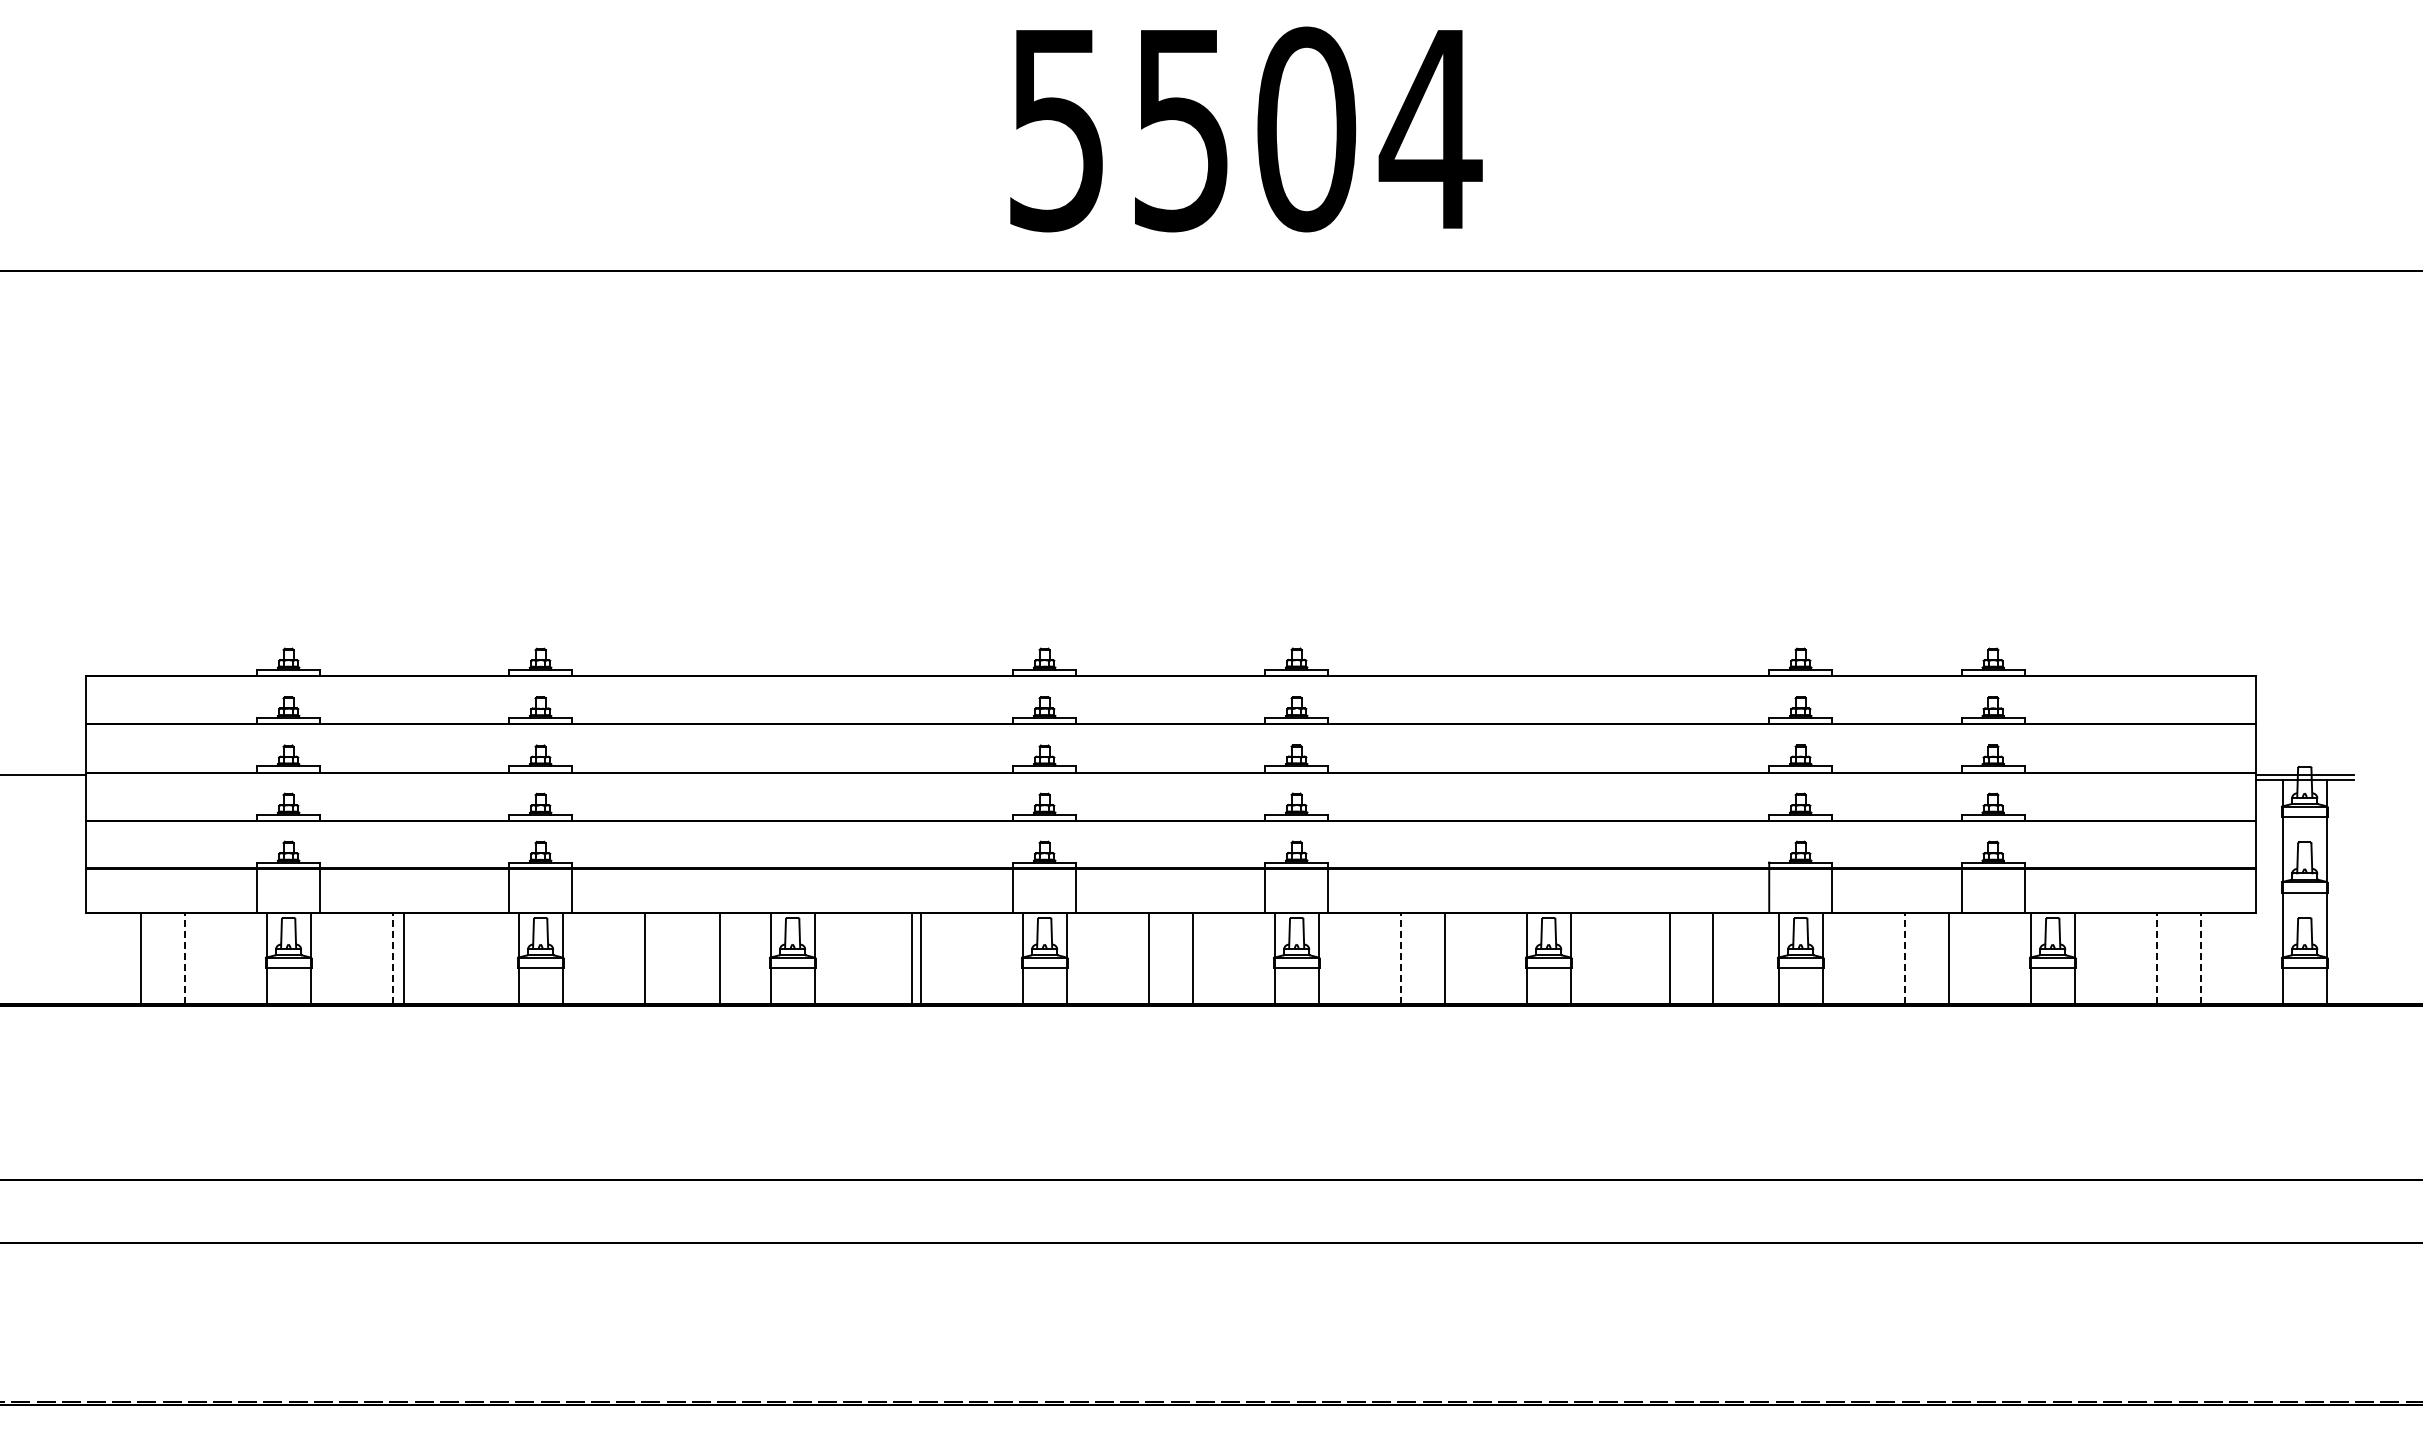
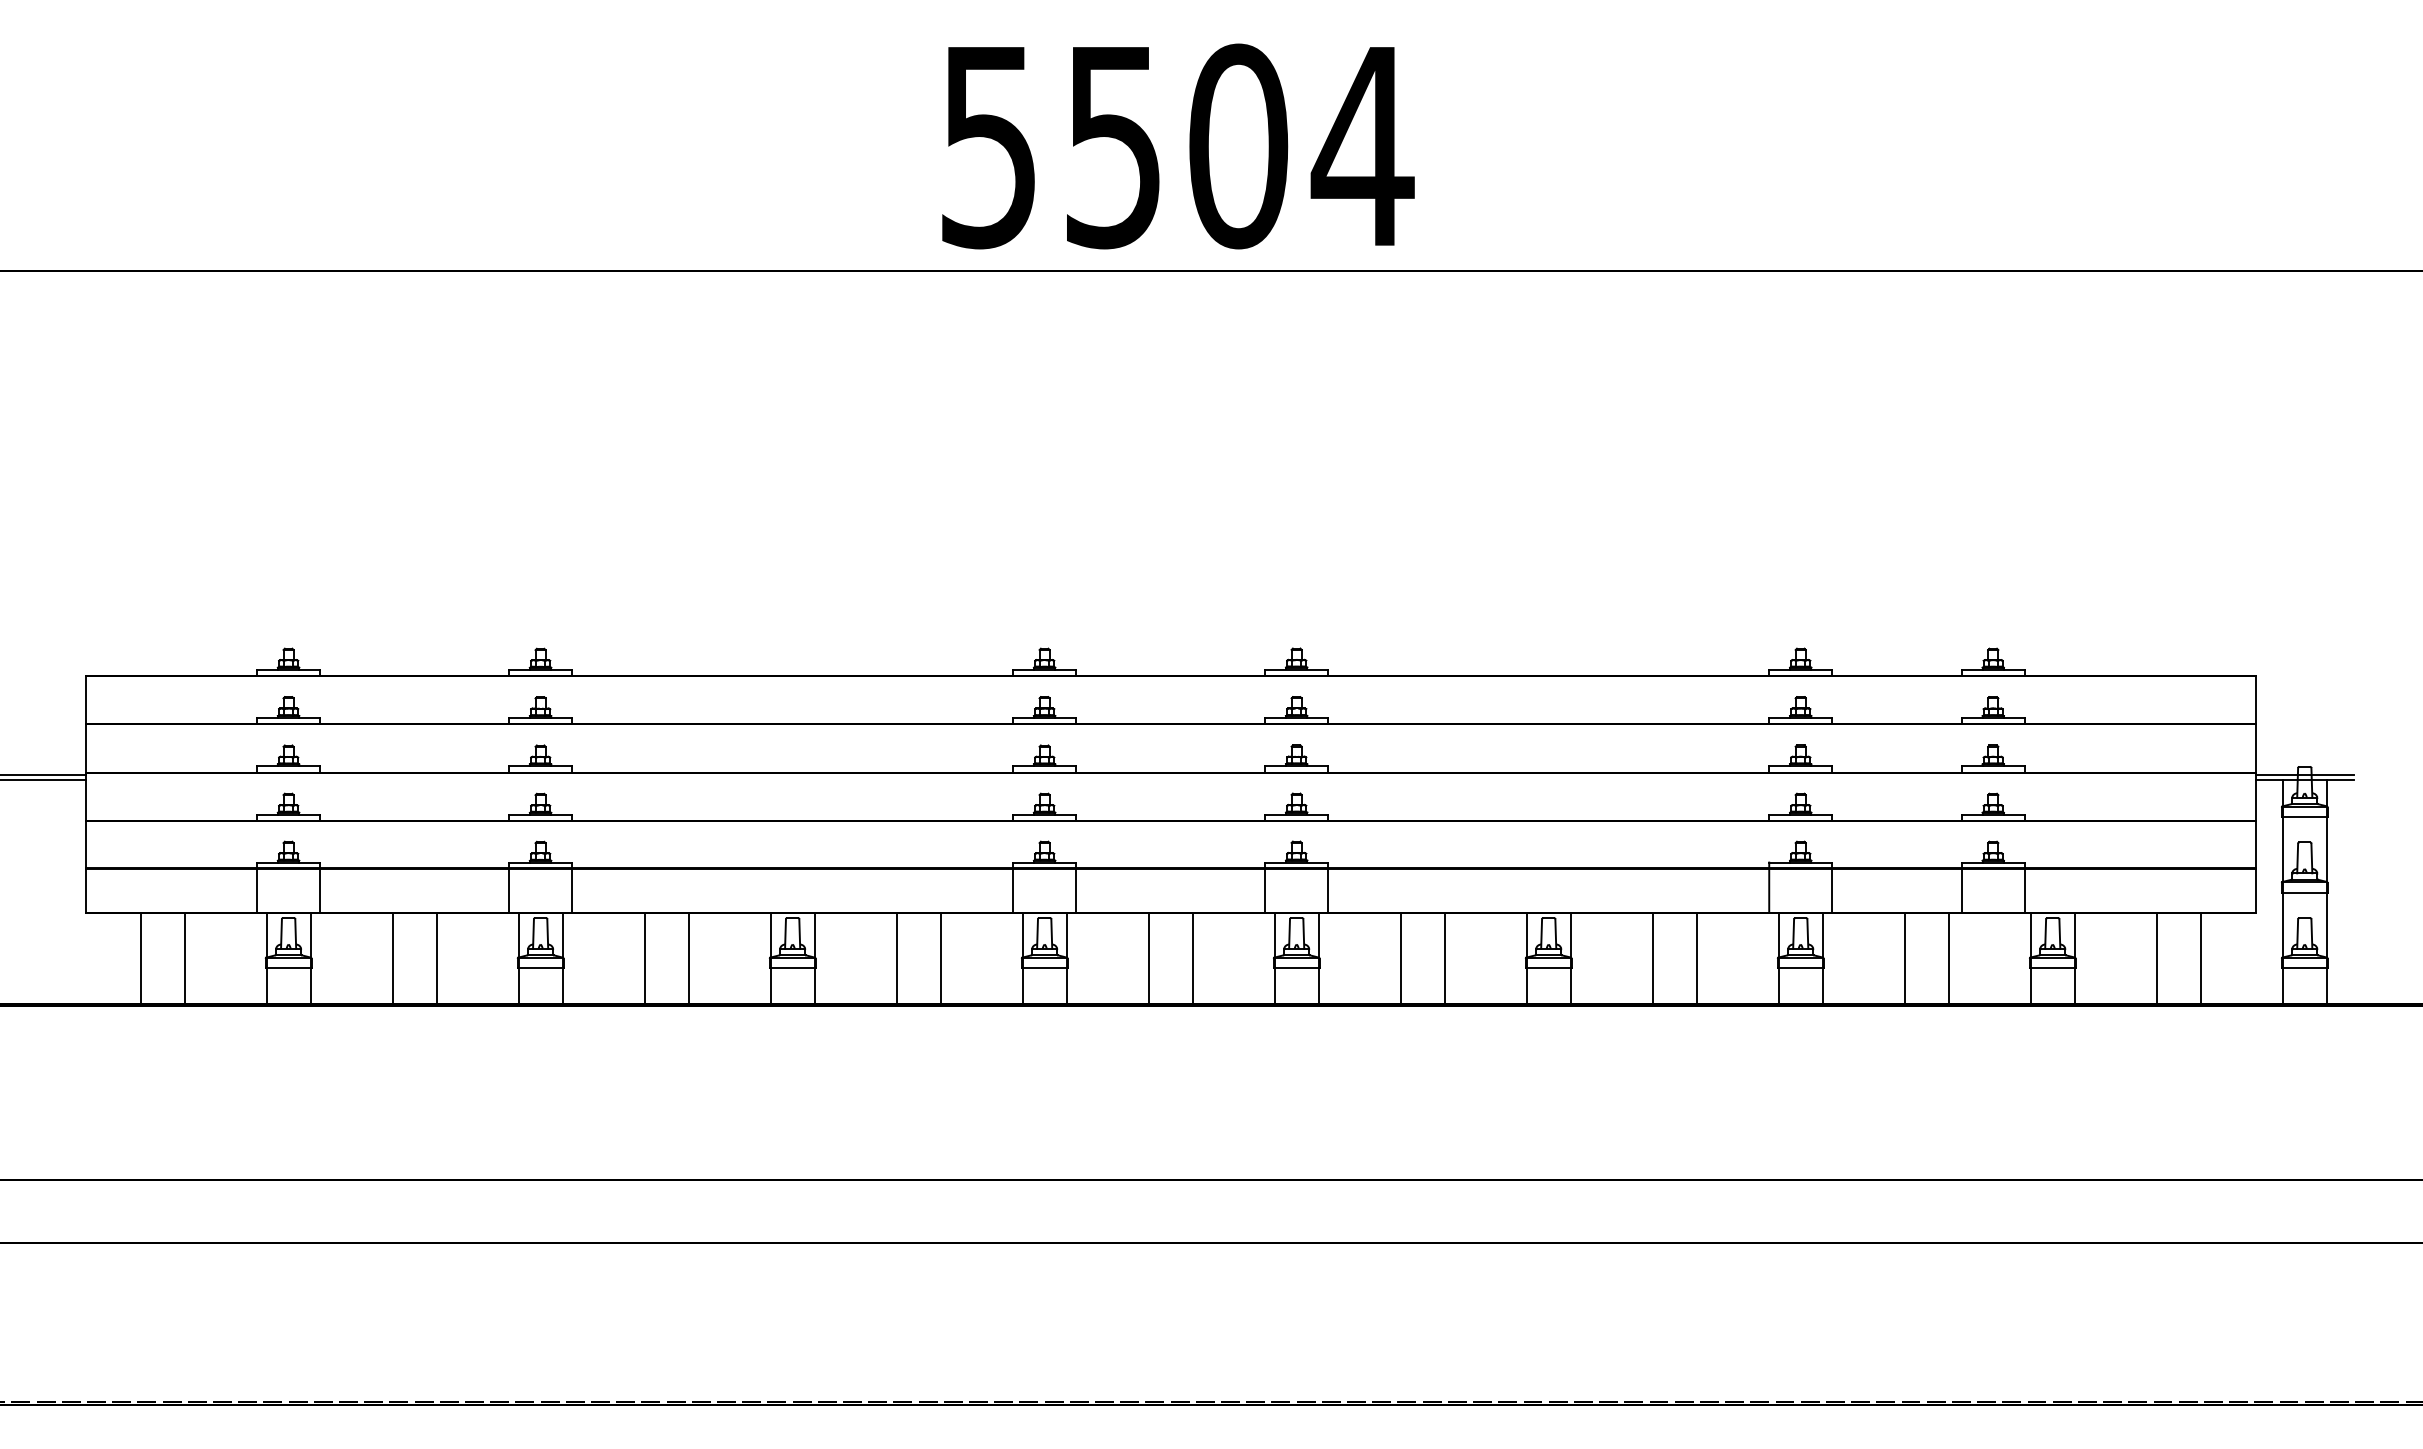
text at (1246, 129) position: (1246, 129) -> (1178, 146)
line at (43, 779): none -> present
line at (403, 957) position: (403, 957) -> (436, 957)
line at (719, 957) position: (719, 957) -> (688, 957)
line at (911, 957) position: (911, 957) -> (896, 957)
line at (920, 957) position: (920, 957) -> (940, 957)
line at (1669, 957) position: (1669, 957) -> (1652, 957)
line at (1712, 957) position: (1712, 957) -> (1696, 957)
line at (184, 958): dashed -> solid
line at (392, 958): dashed -> solid
line at (1400, 958): dashed -> solid
line at (1904, 958): dashed -> solid
line at (2156, 958): dashed -> solid
line at (2200, 958): dashed -> solid
